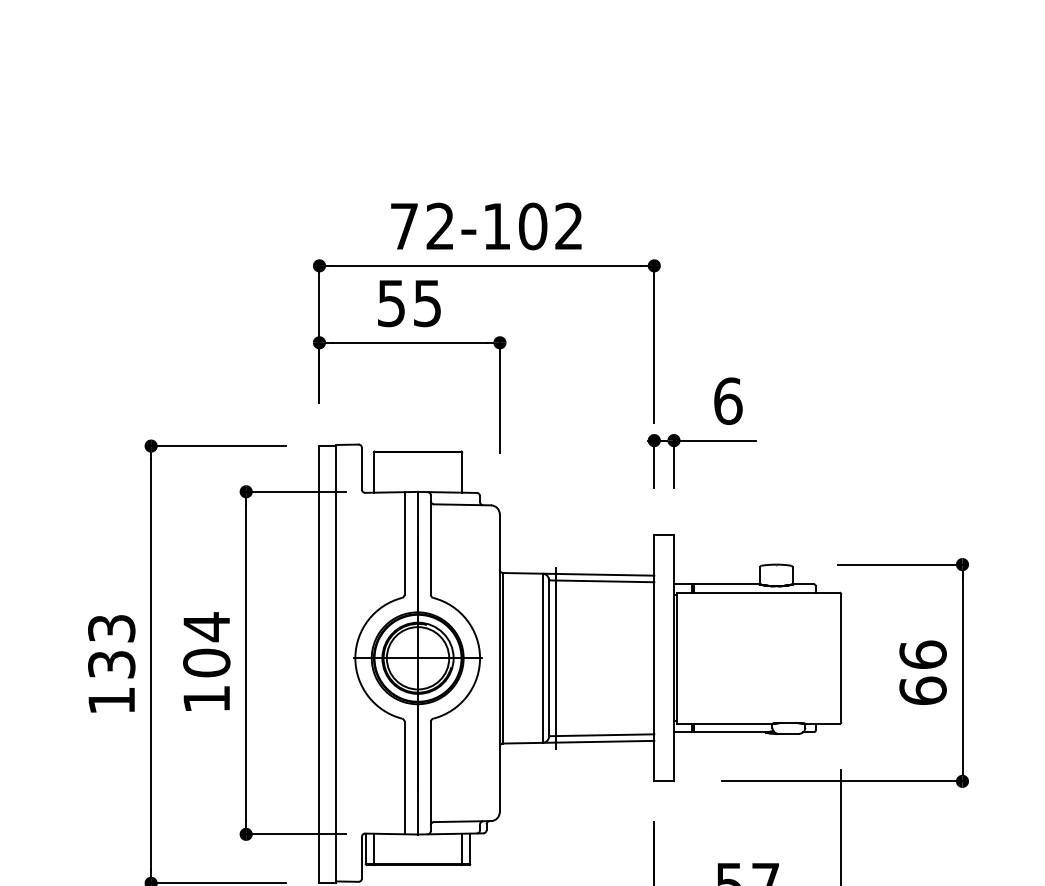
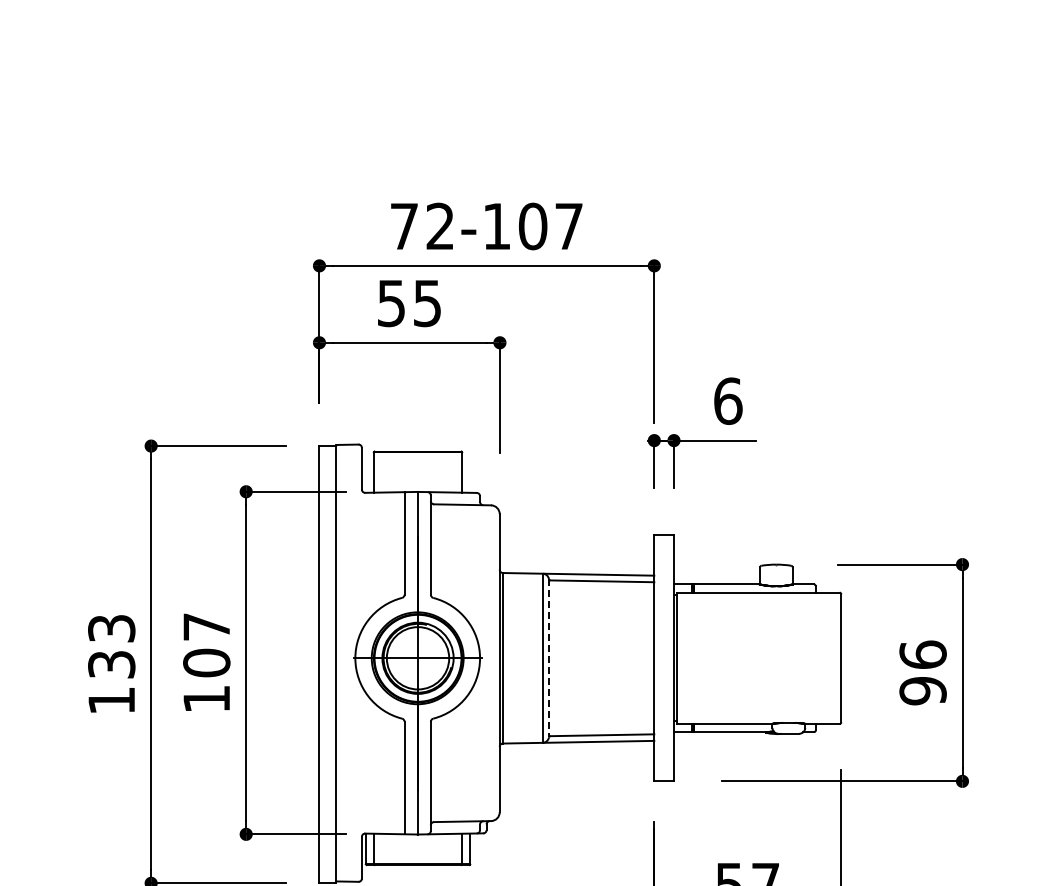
text at (568, 225): 72-102 -> 72-107
text at (206, 627): 104 -> 107
line at (549, 658): solid -> dashed
line at (555, 658): present -> none
text at (922, 690): 66 -> 96
